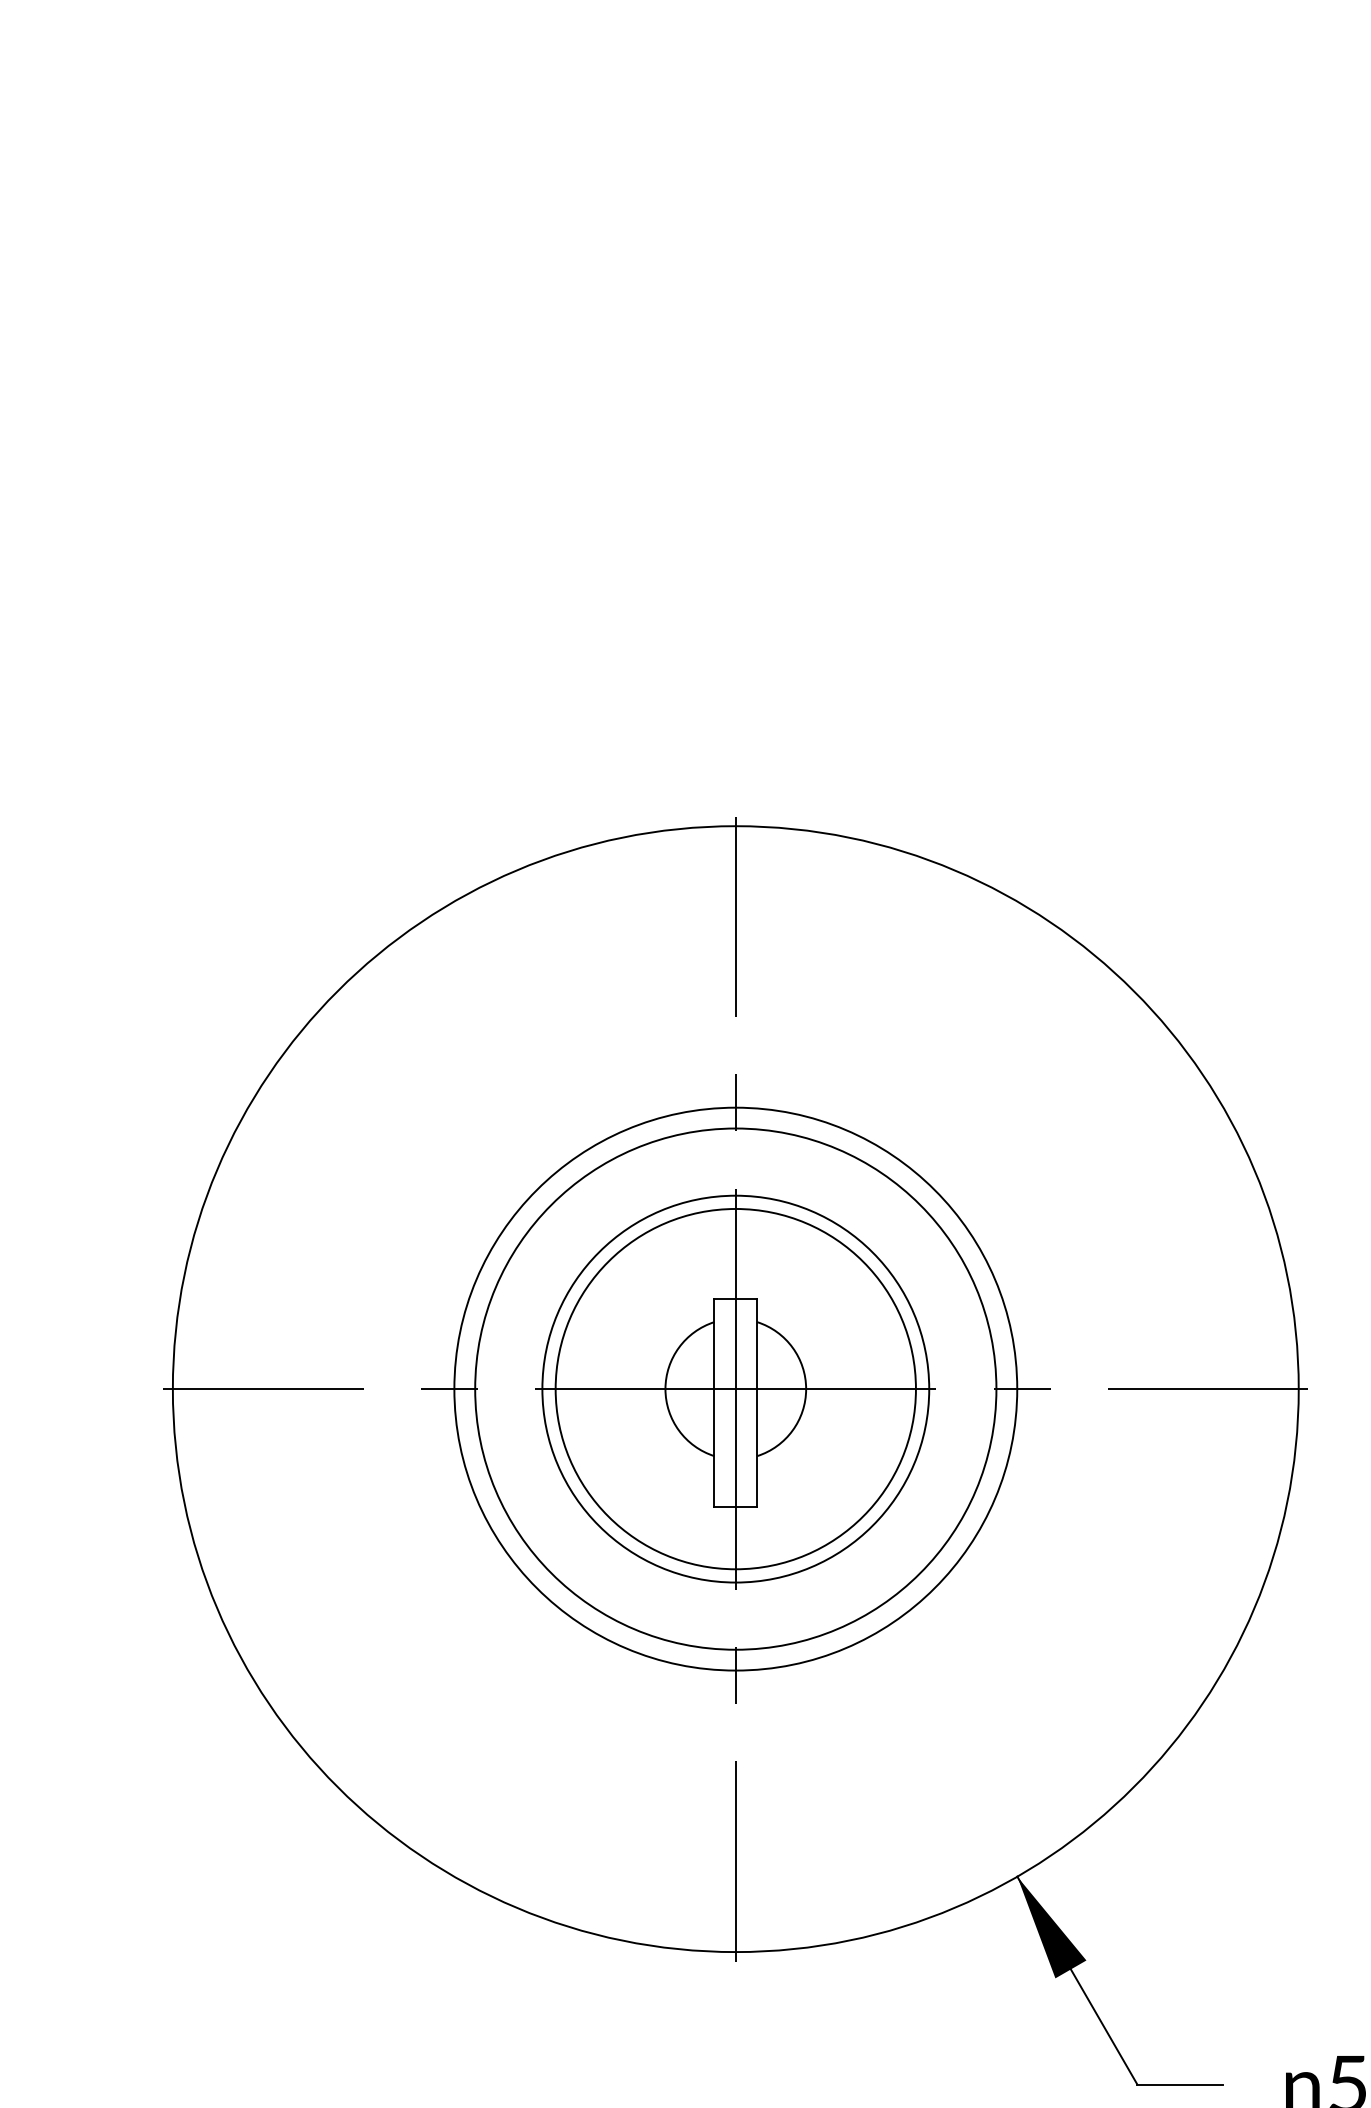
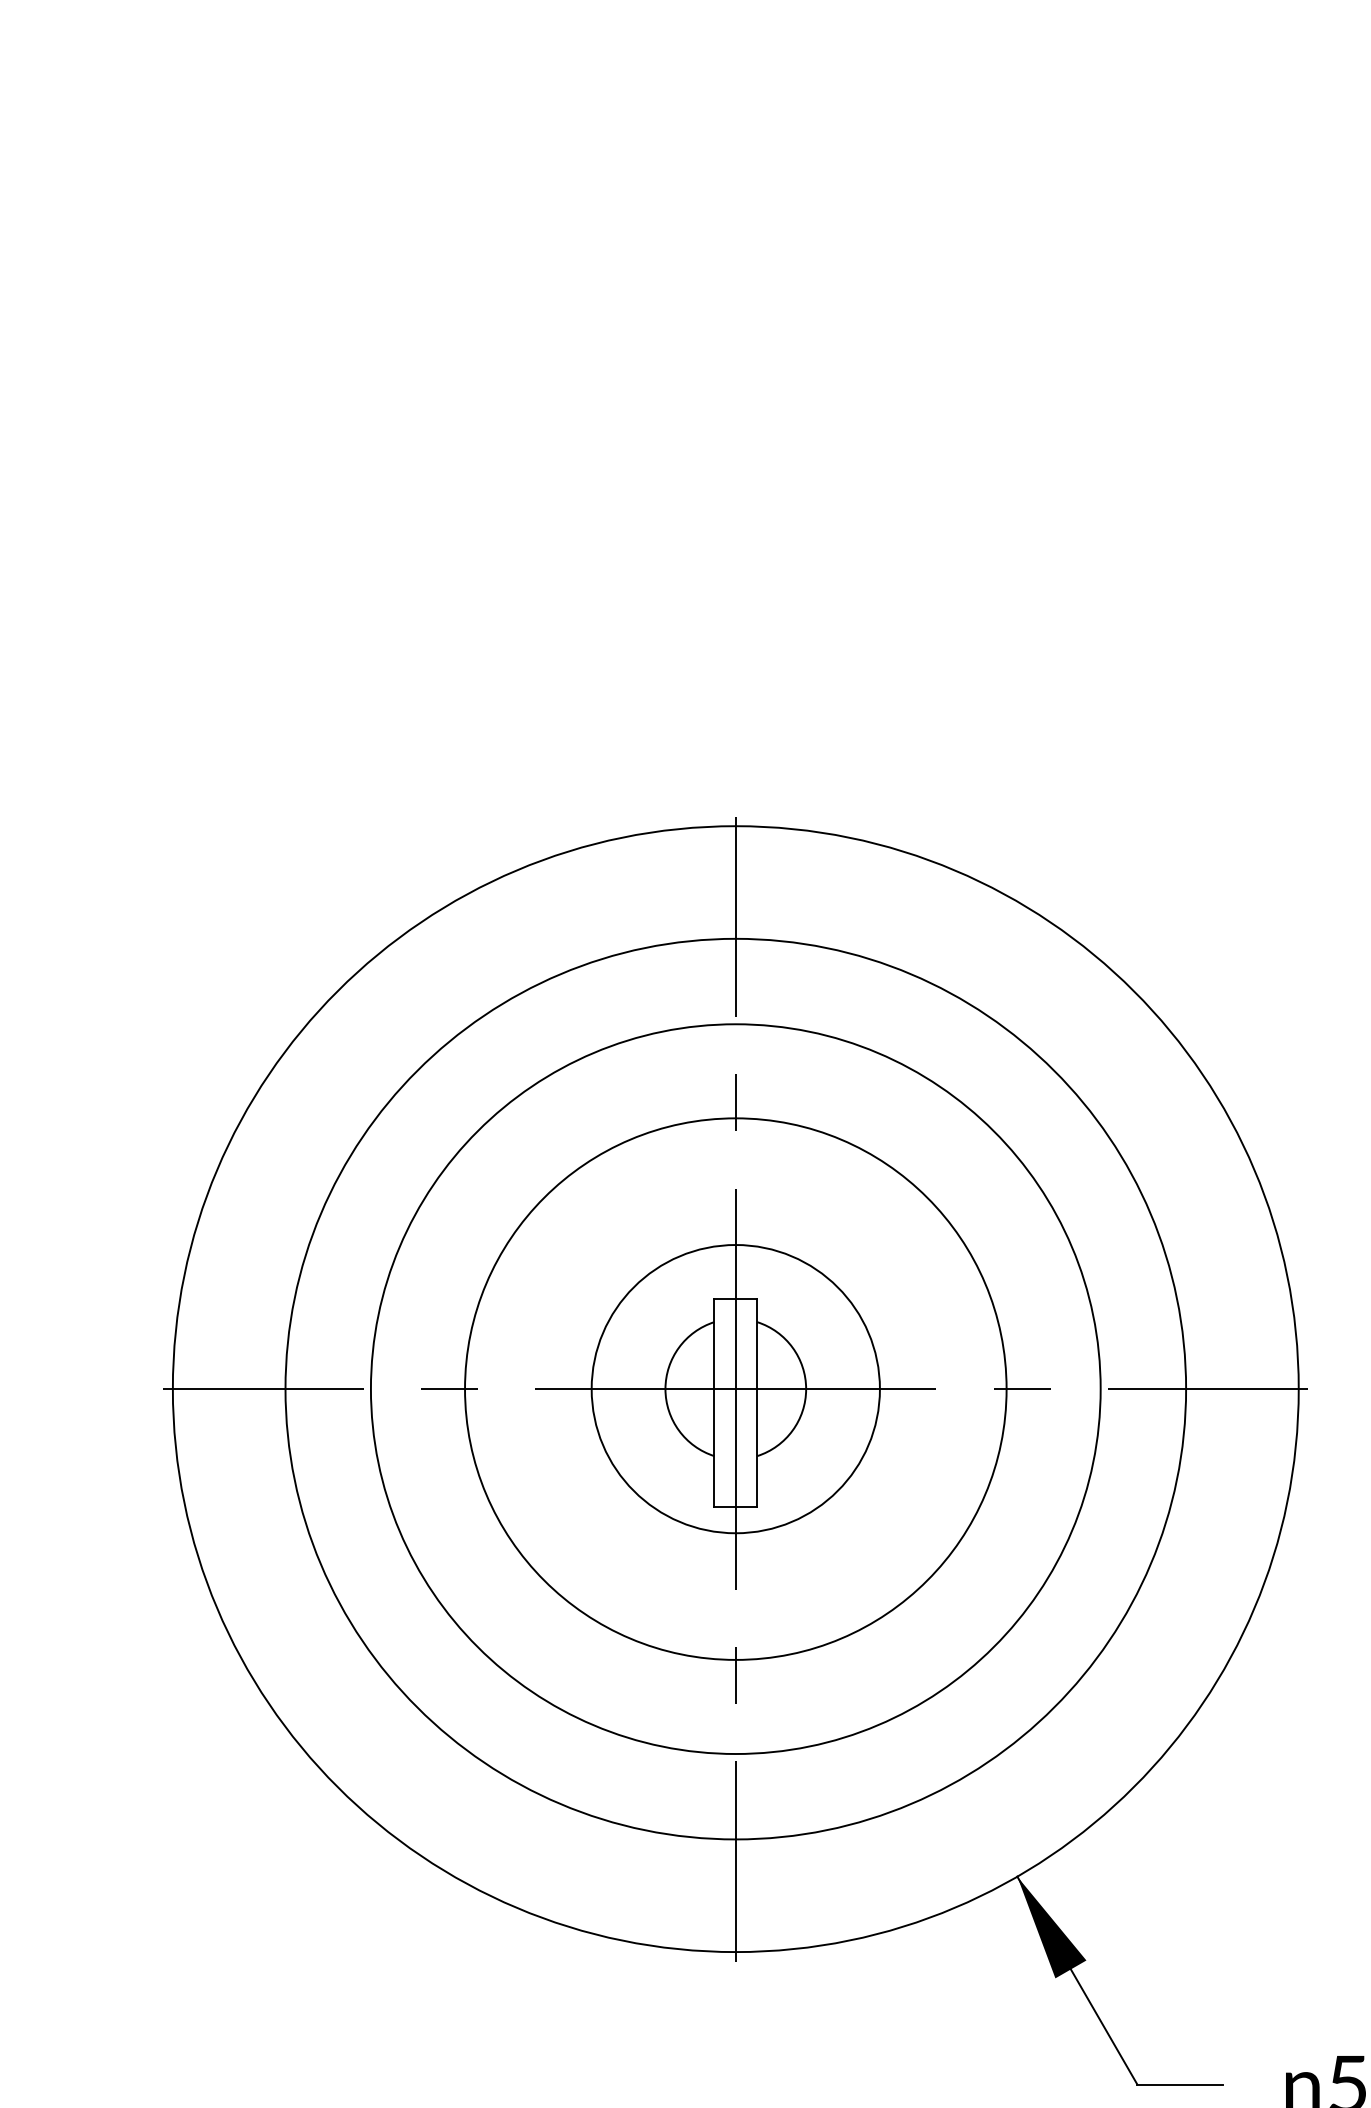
circle at (735, 1388) diameter: 360 px -> 288 px
circle at (735, 1388) diameter: 387 px -> 542 px
circle at (735, 1388) diameter: 521 px -> 730 px
circle at (735, 1388) diameter: 563 px -> 901 px
